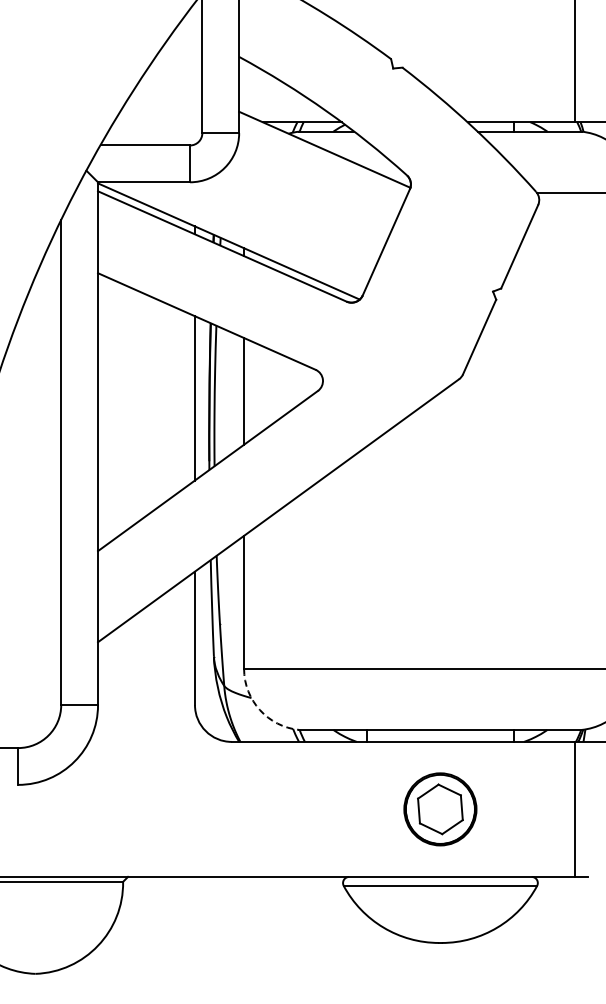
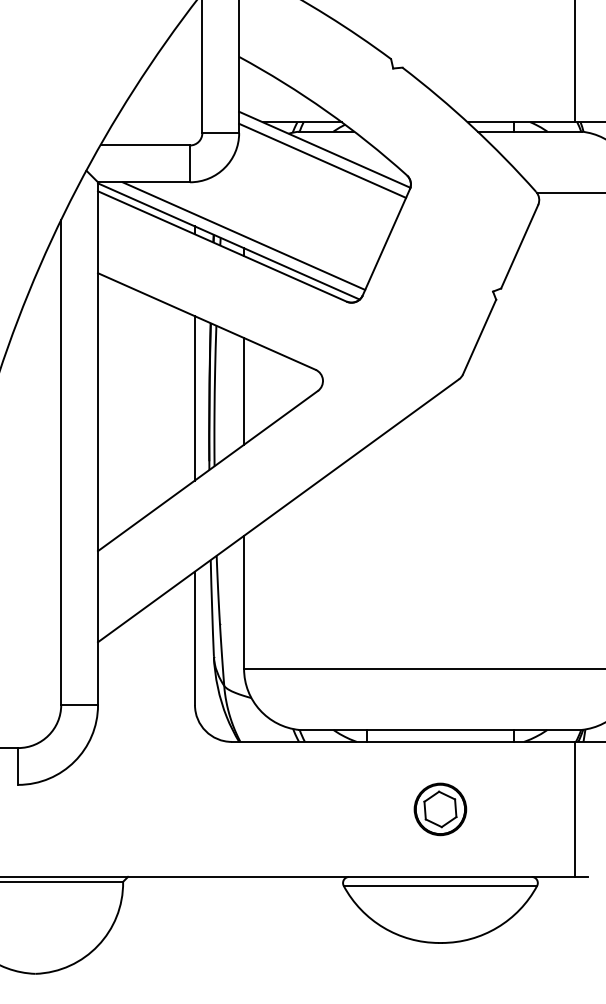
line at (322, 160): none -> present
line at (243, 235): none -> present
arc at (259, 710): dashed -> solid
part at (440, 809) size: 75x75 px -> 55x55 px
